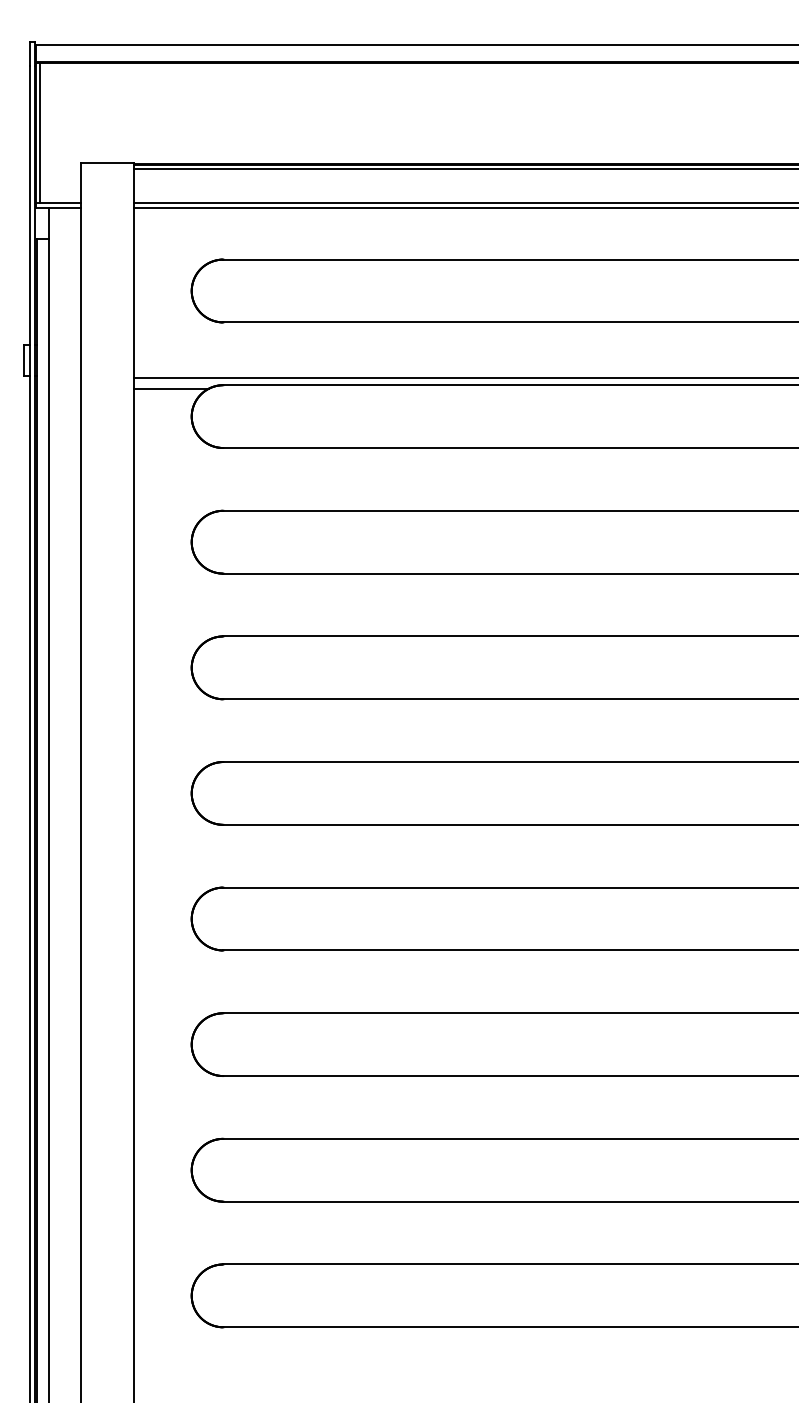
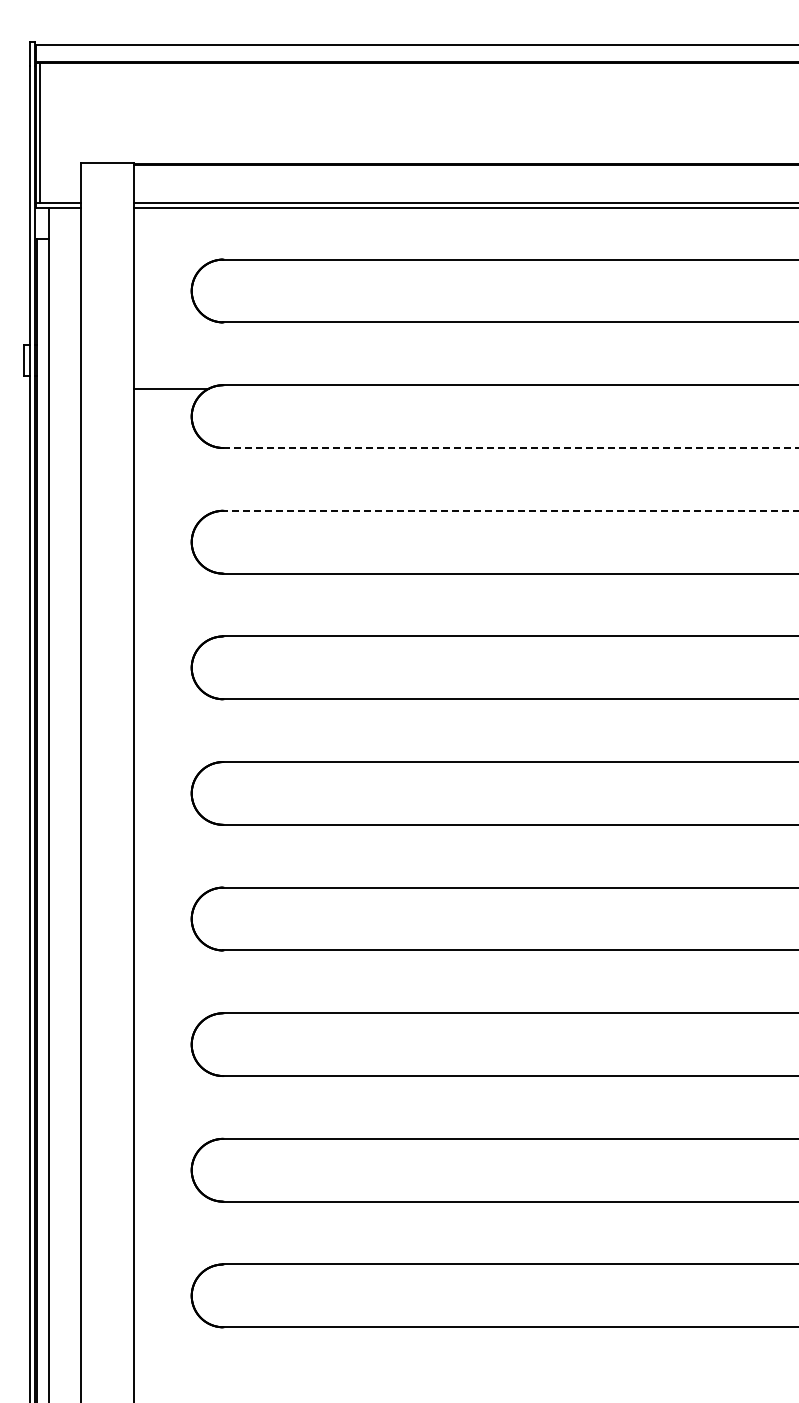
line at (464, 168): present -> none
line at (464, 378): present -> none
line at (511, 448): solid -> dashed
line at (510, 510): solid -> dashed
